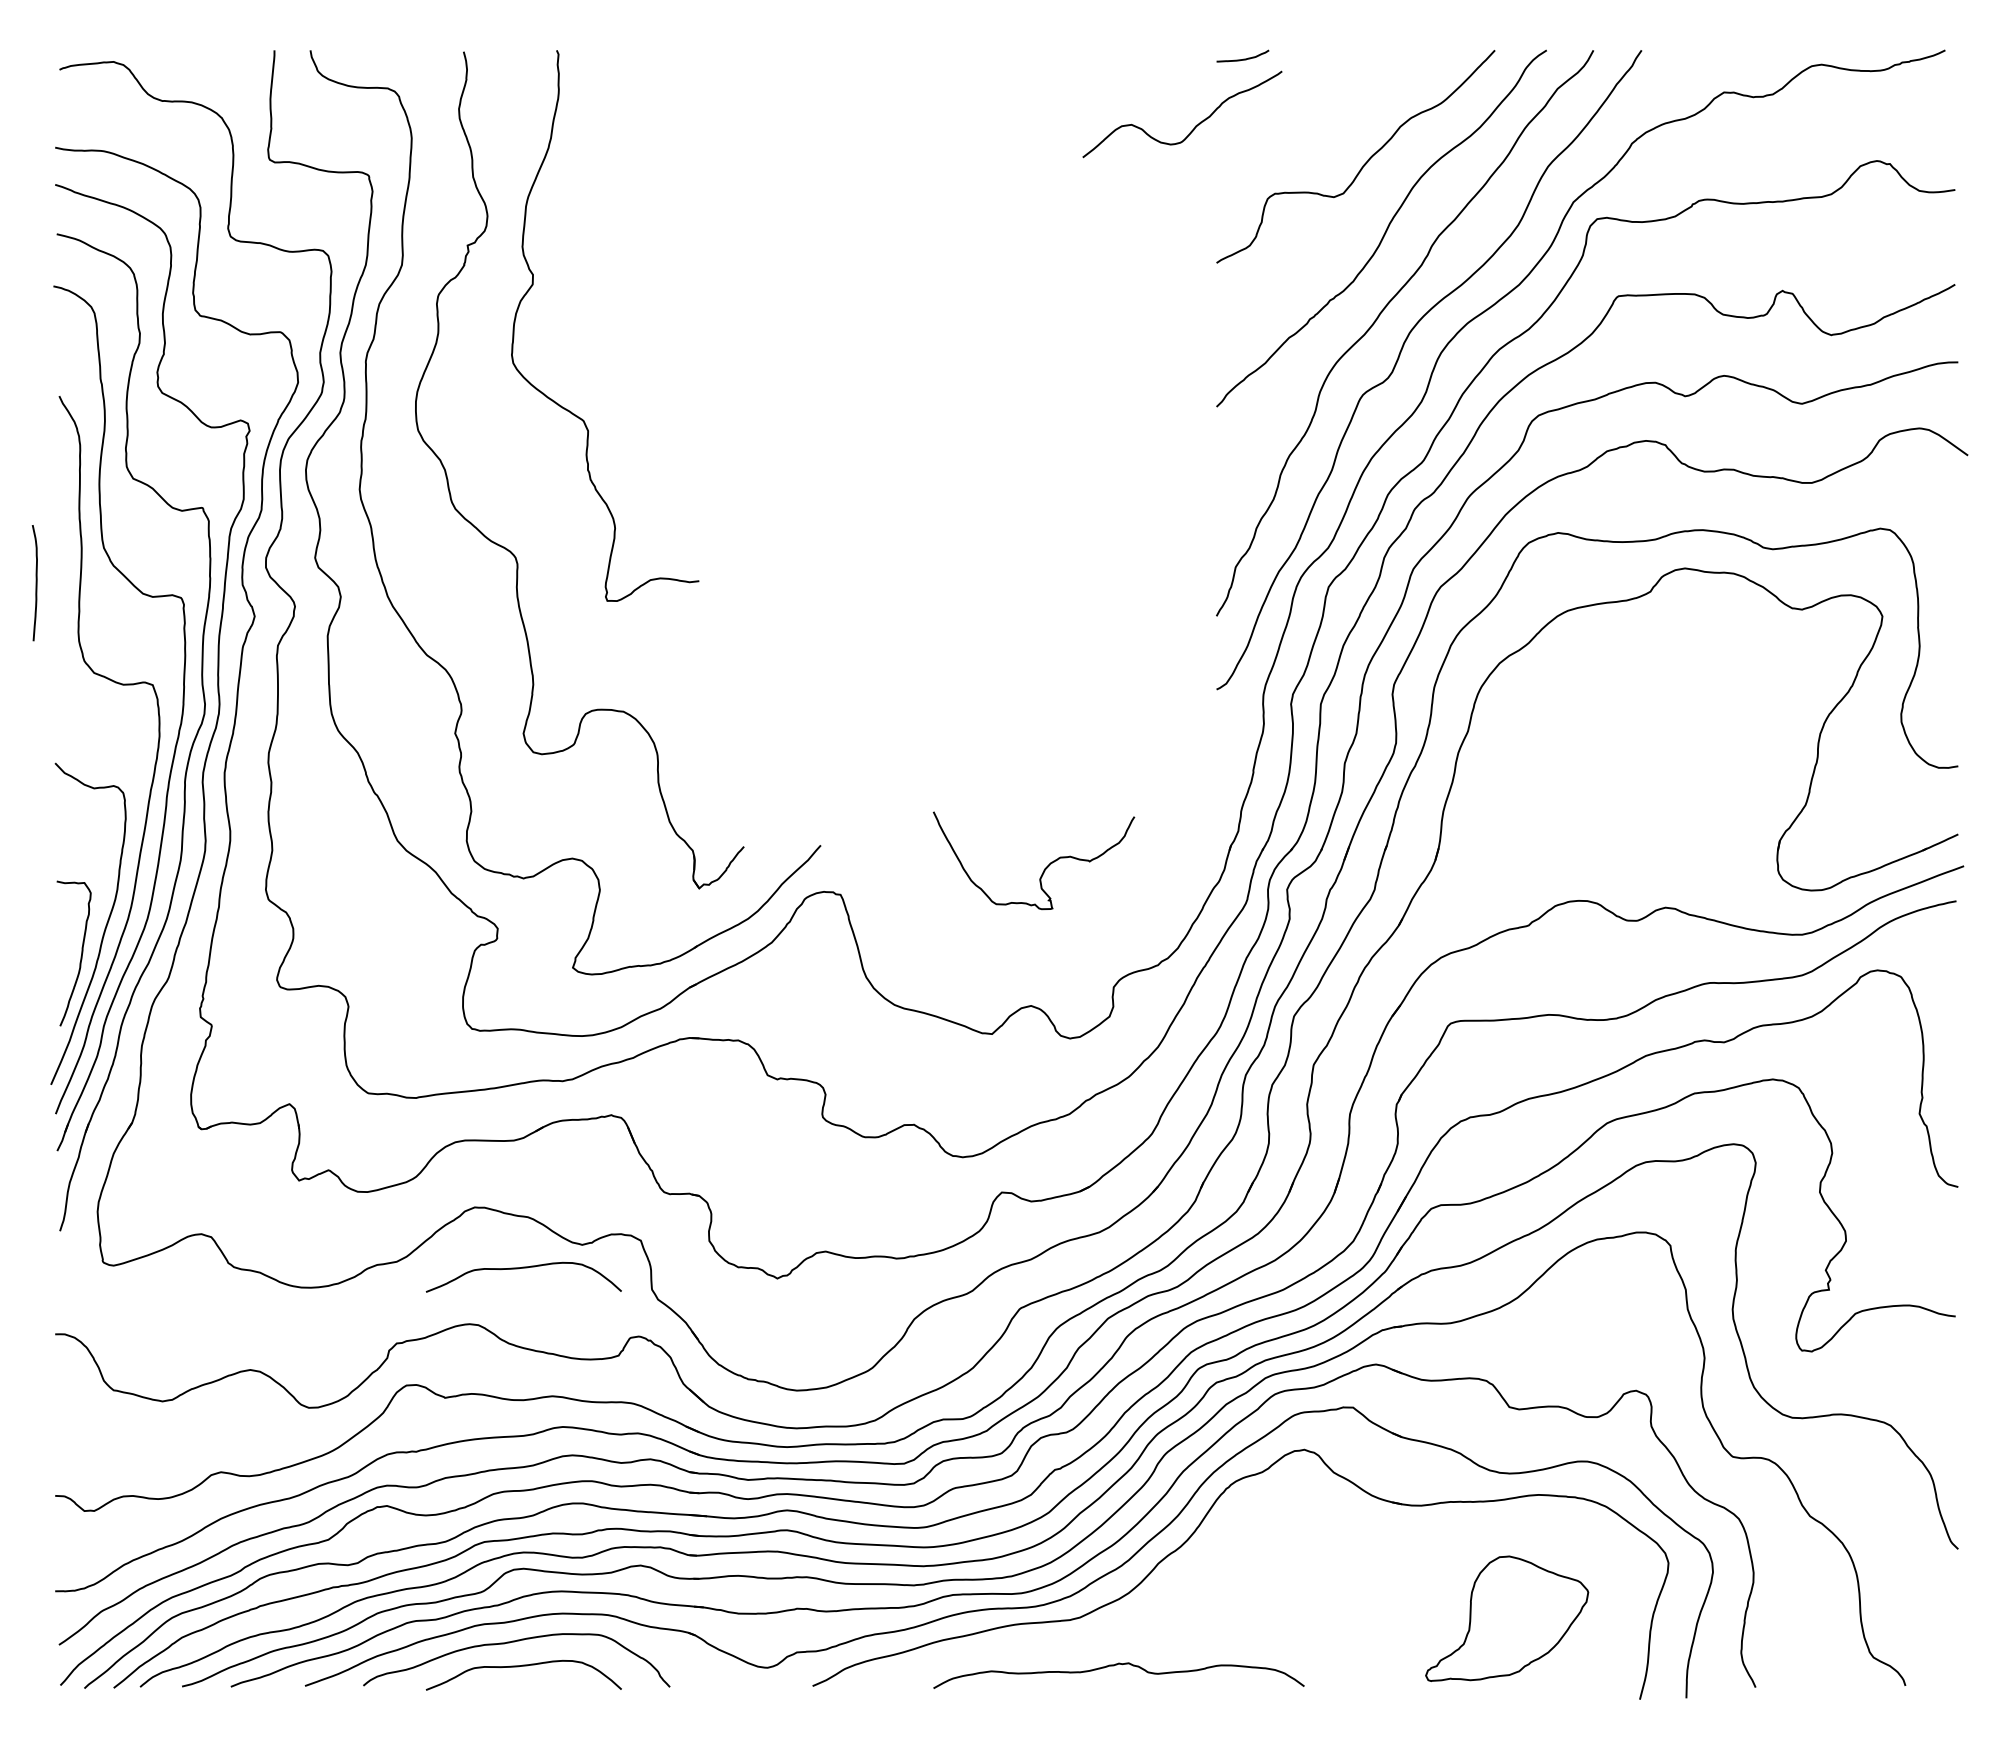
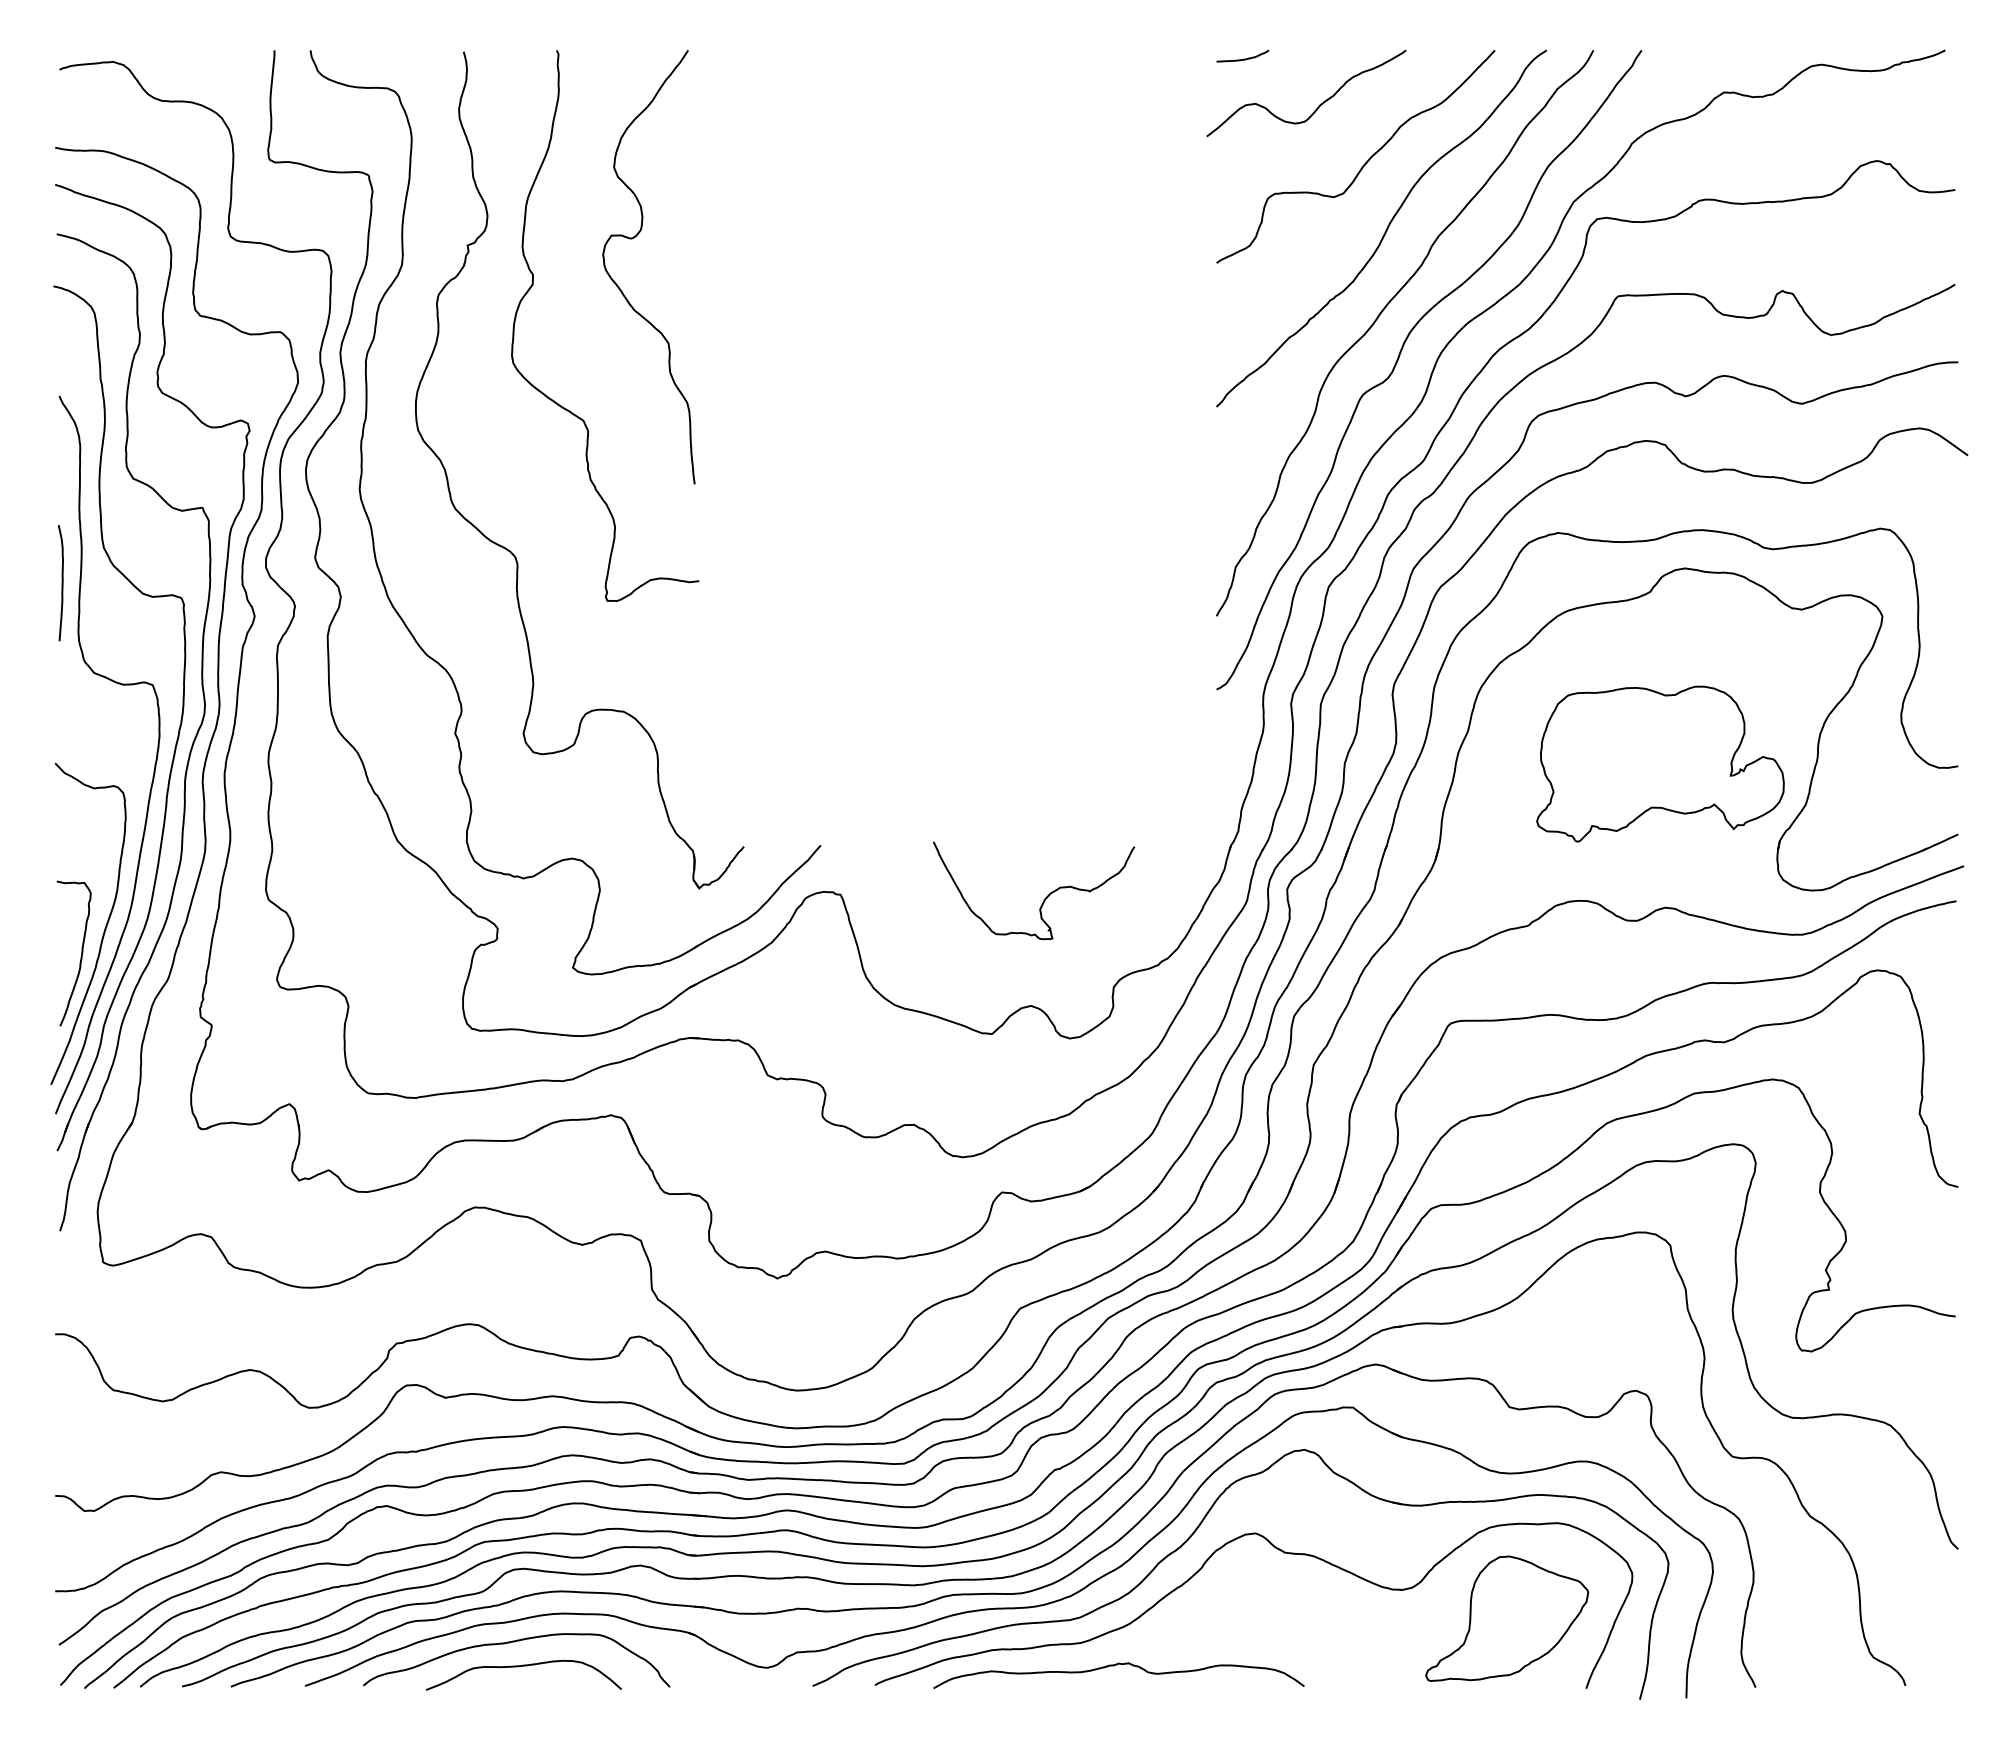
curve at (1194, 126) position: (1194, 126) -> (1318, 105)
curve at (634, 238): none -> present
curve at (35, 583) position: (35, 583) -> (61, 583)
part at (1660, 763): none -> present
curve at (1044, 868) position: (1044, 868) -> (1044, 898)
curve at (523, 1268): present -> none
part at (1280, 1551): none -> present
